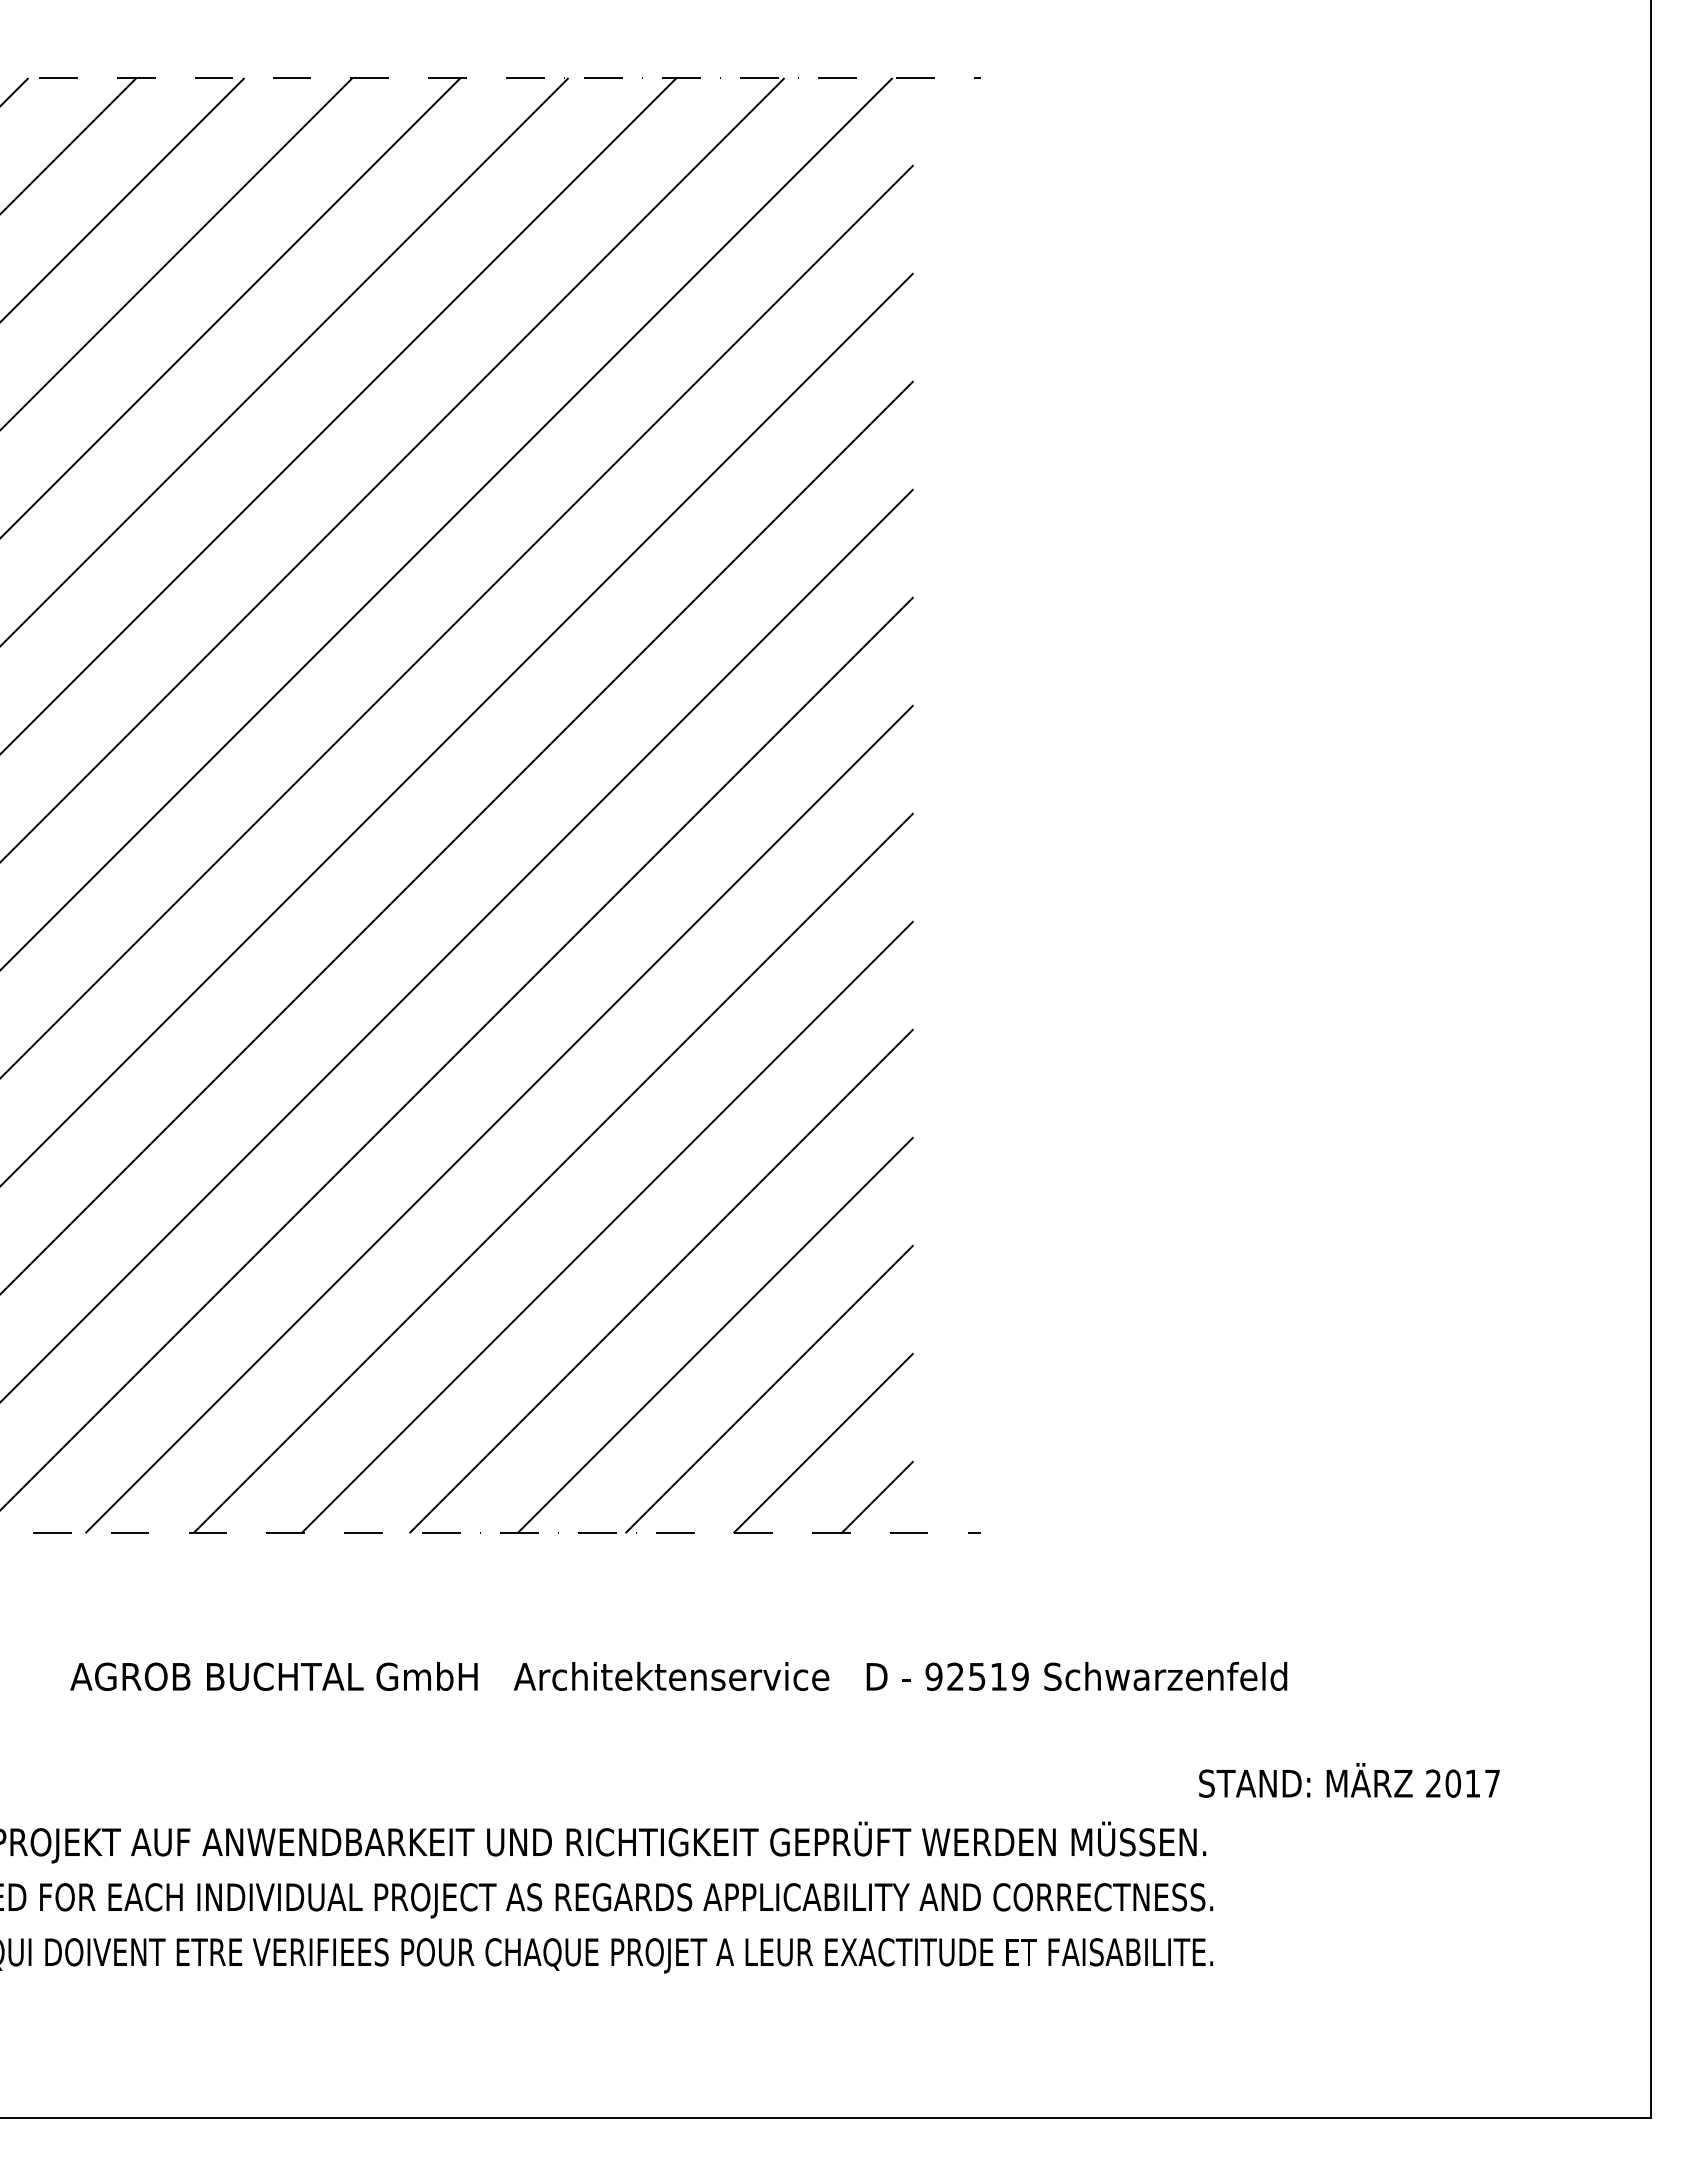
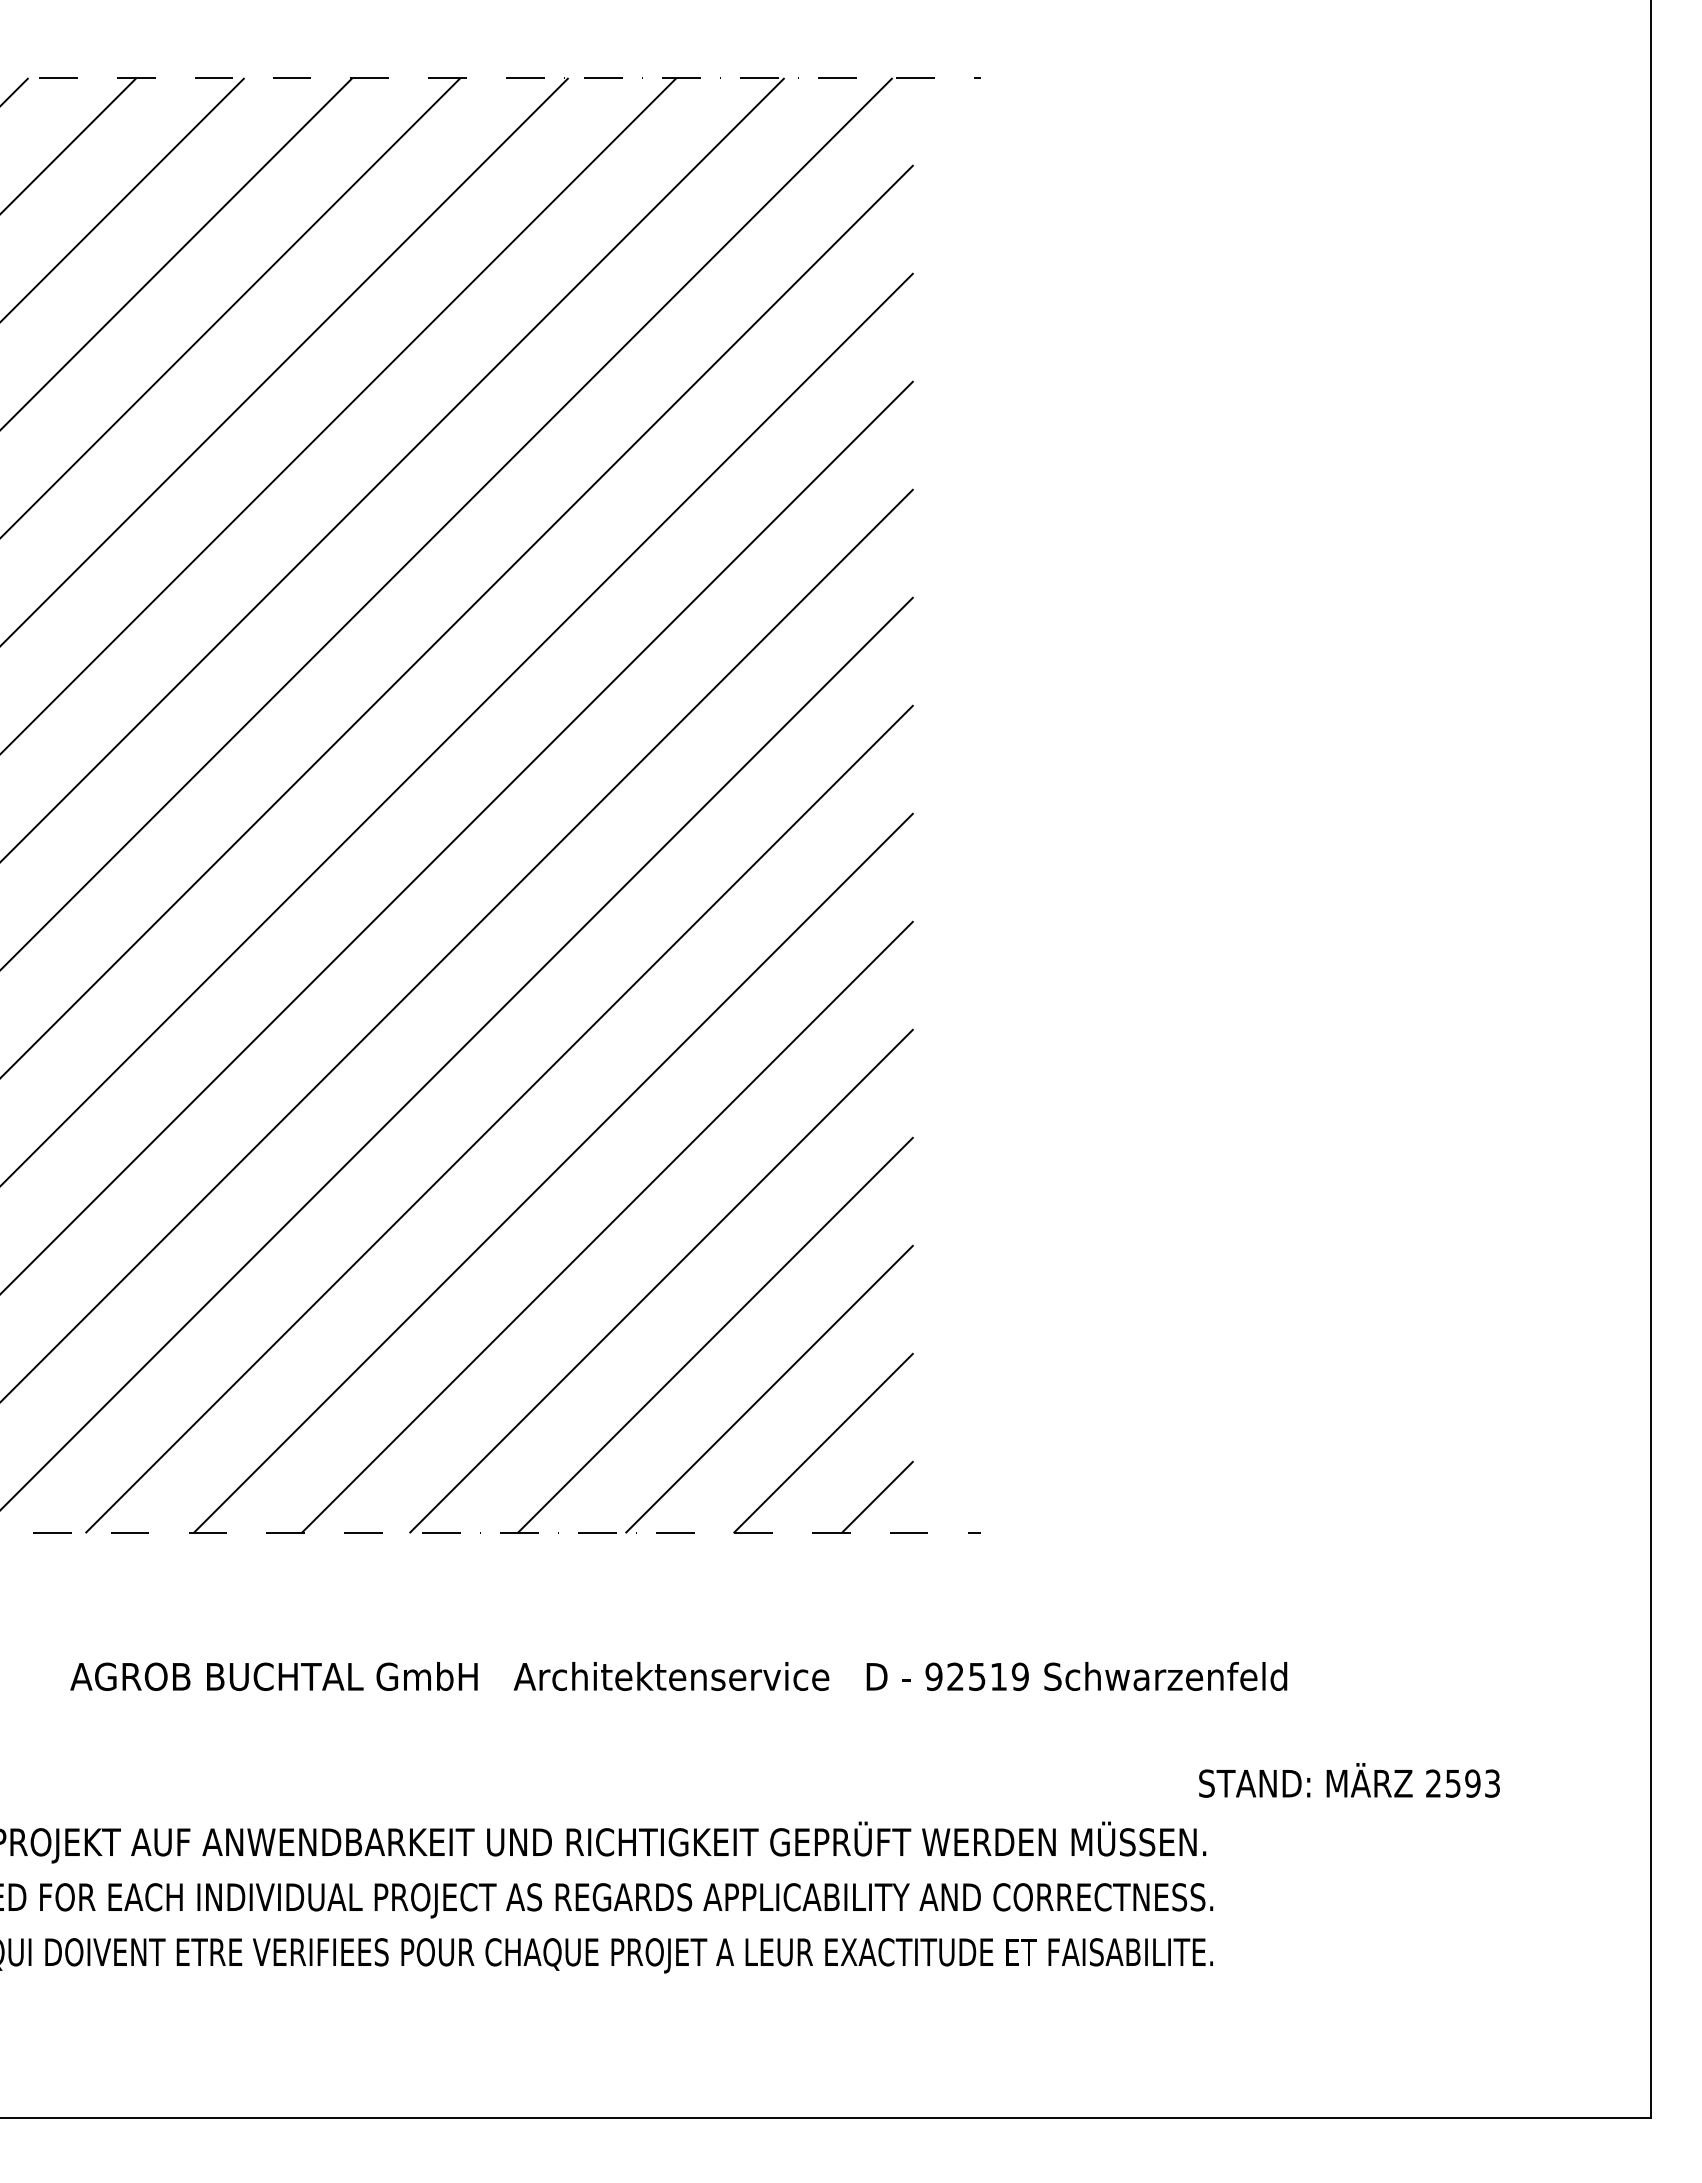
text at (1472, 1783): 2017 -> 2593
